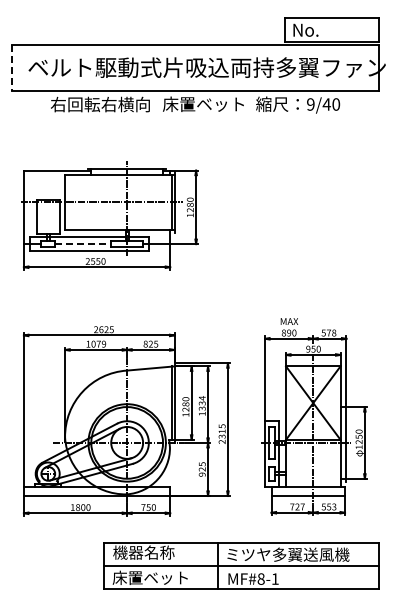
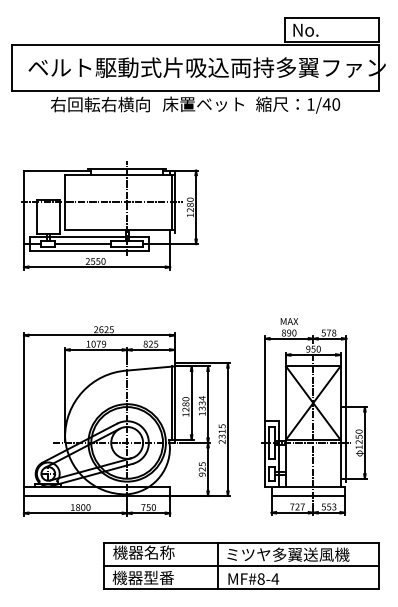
line at (11, 68): dashed -> solid
text at (310, 104): 9/40 -> 1/40
line at (83, 244): dashed -> solid
text at (149, 577): 床置ベット -> 機器型番
text at (275, 578): MF#8-1 -> MF#8-4
